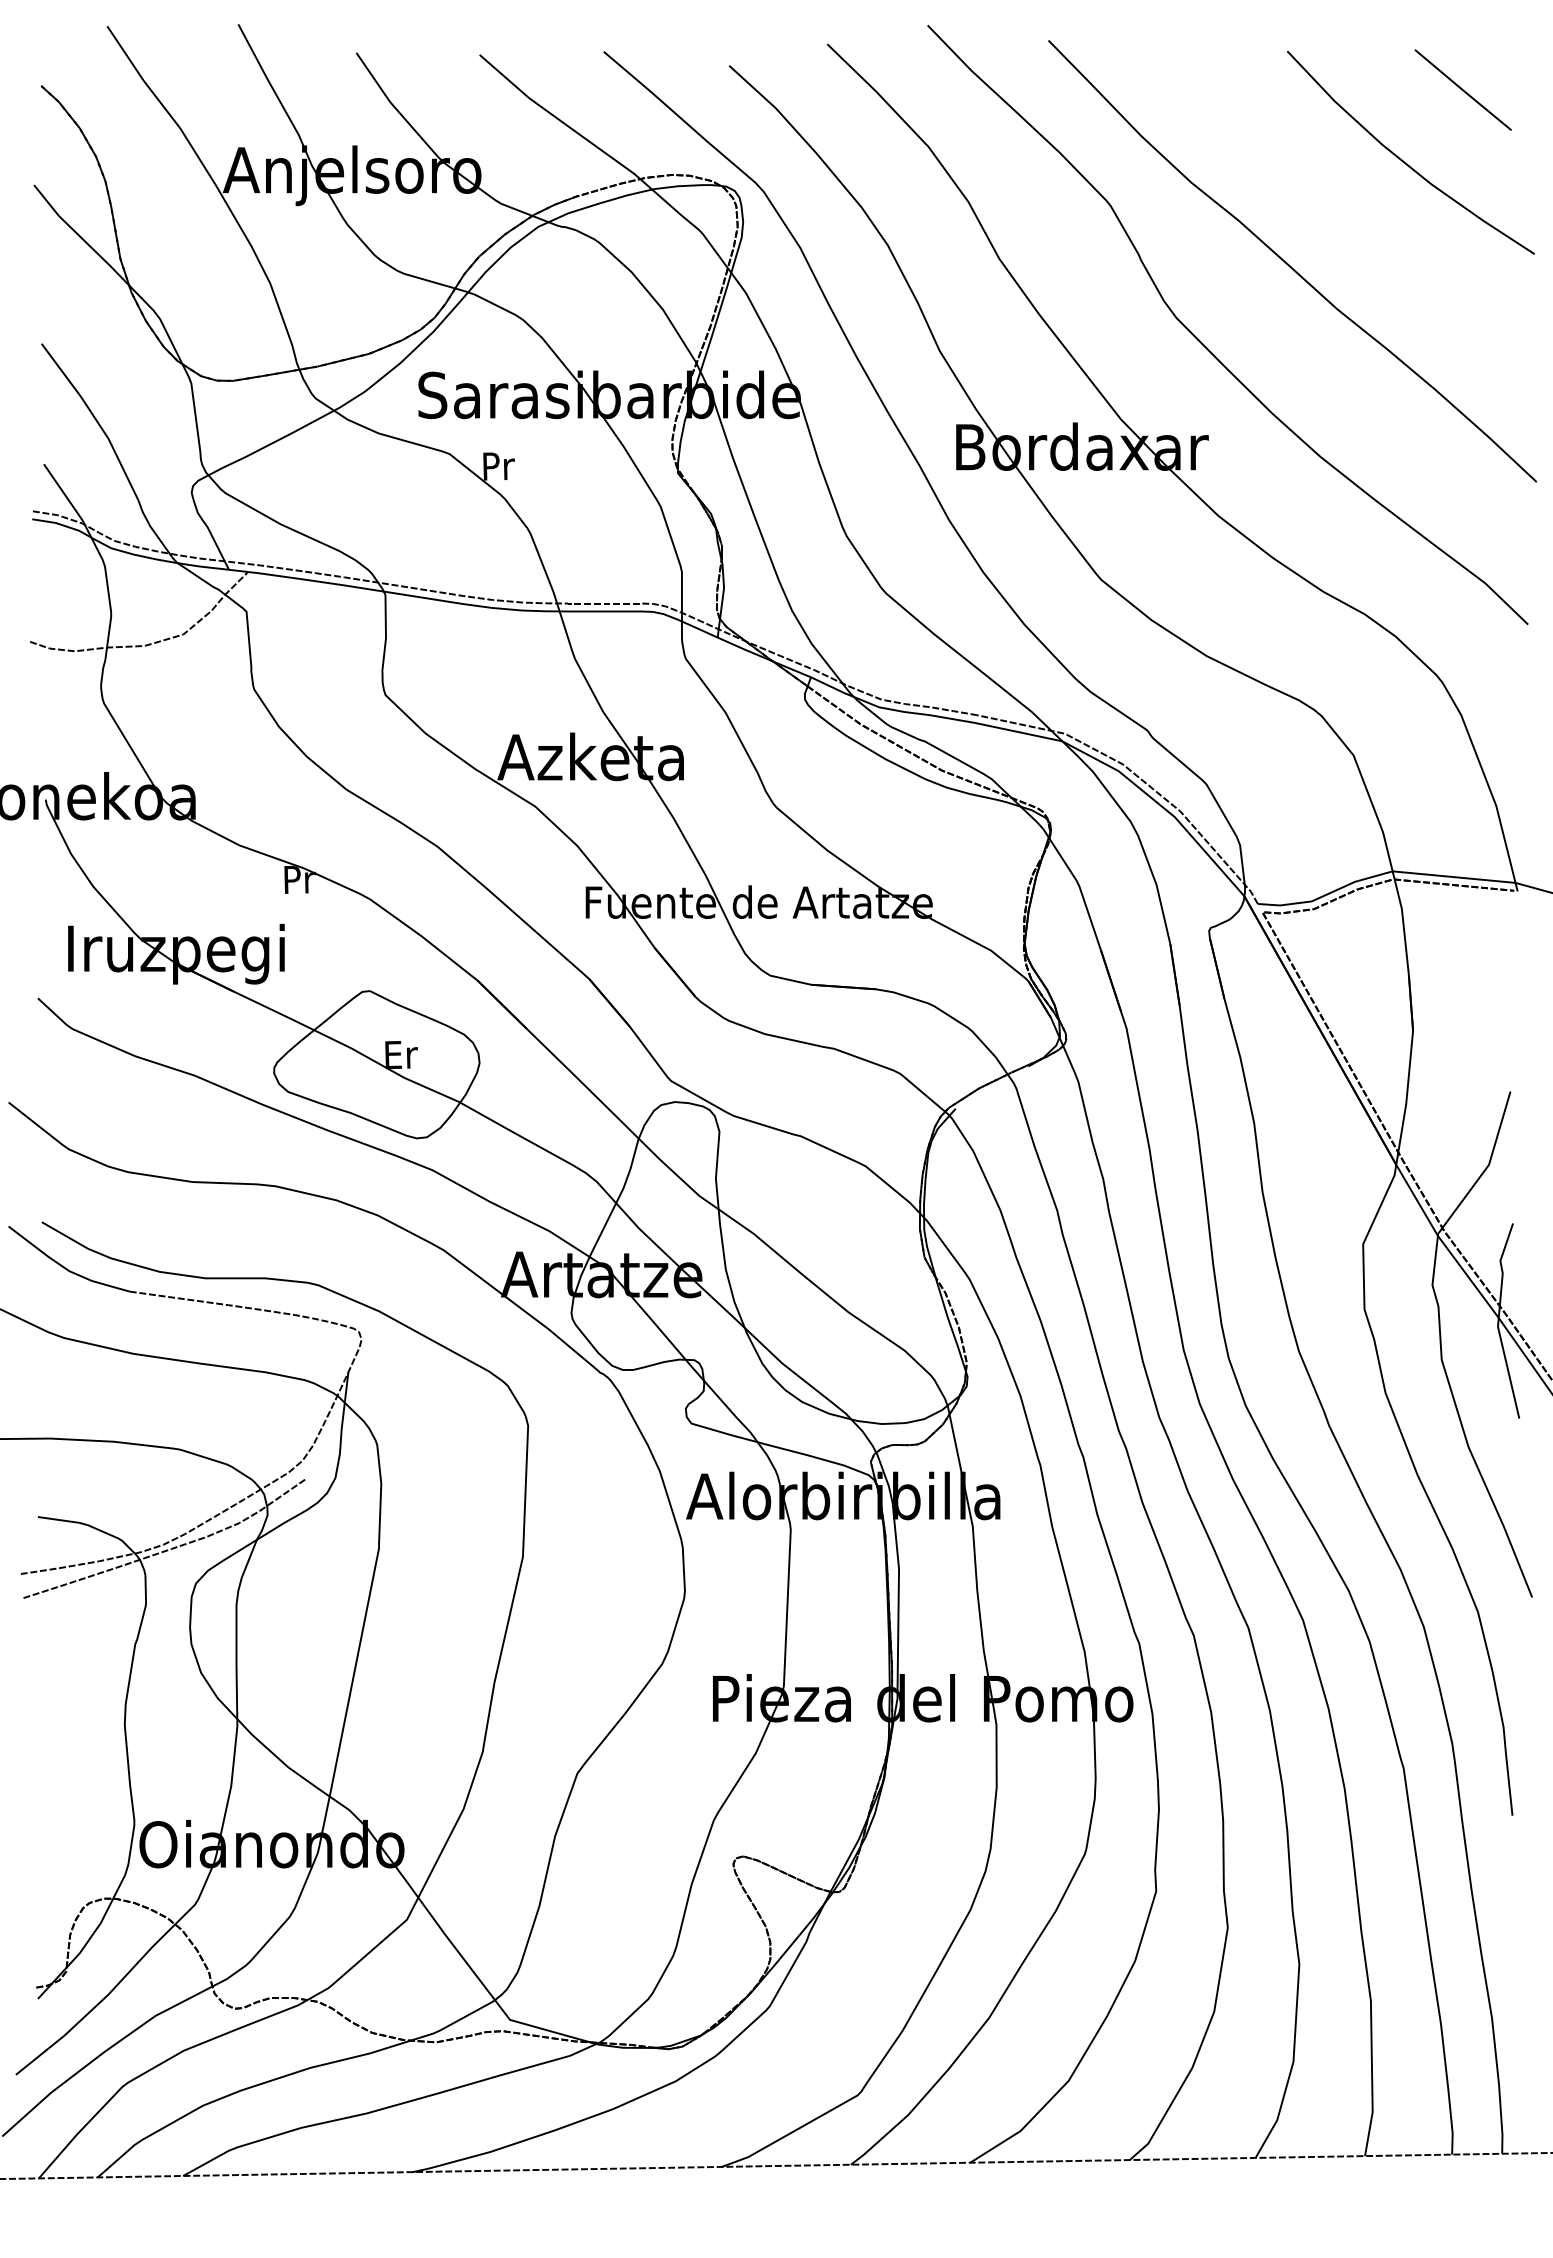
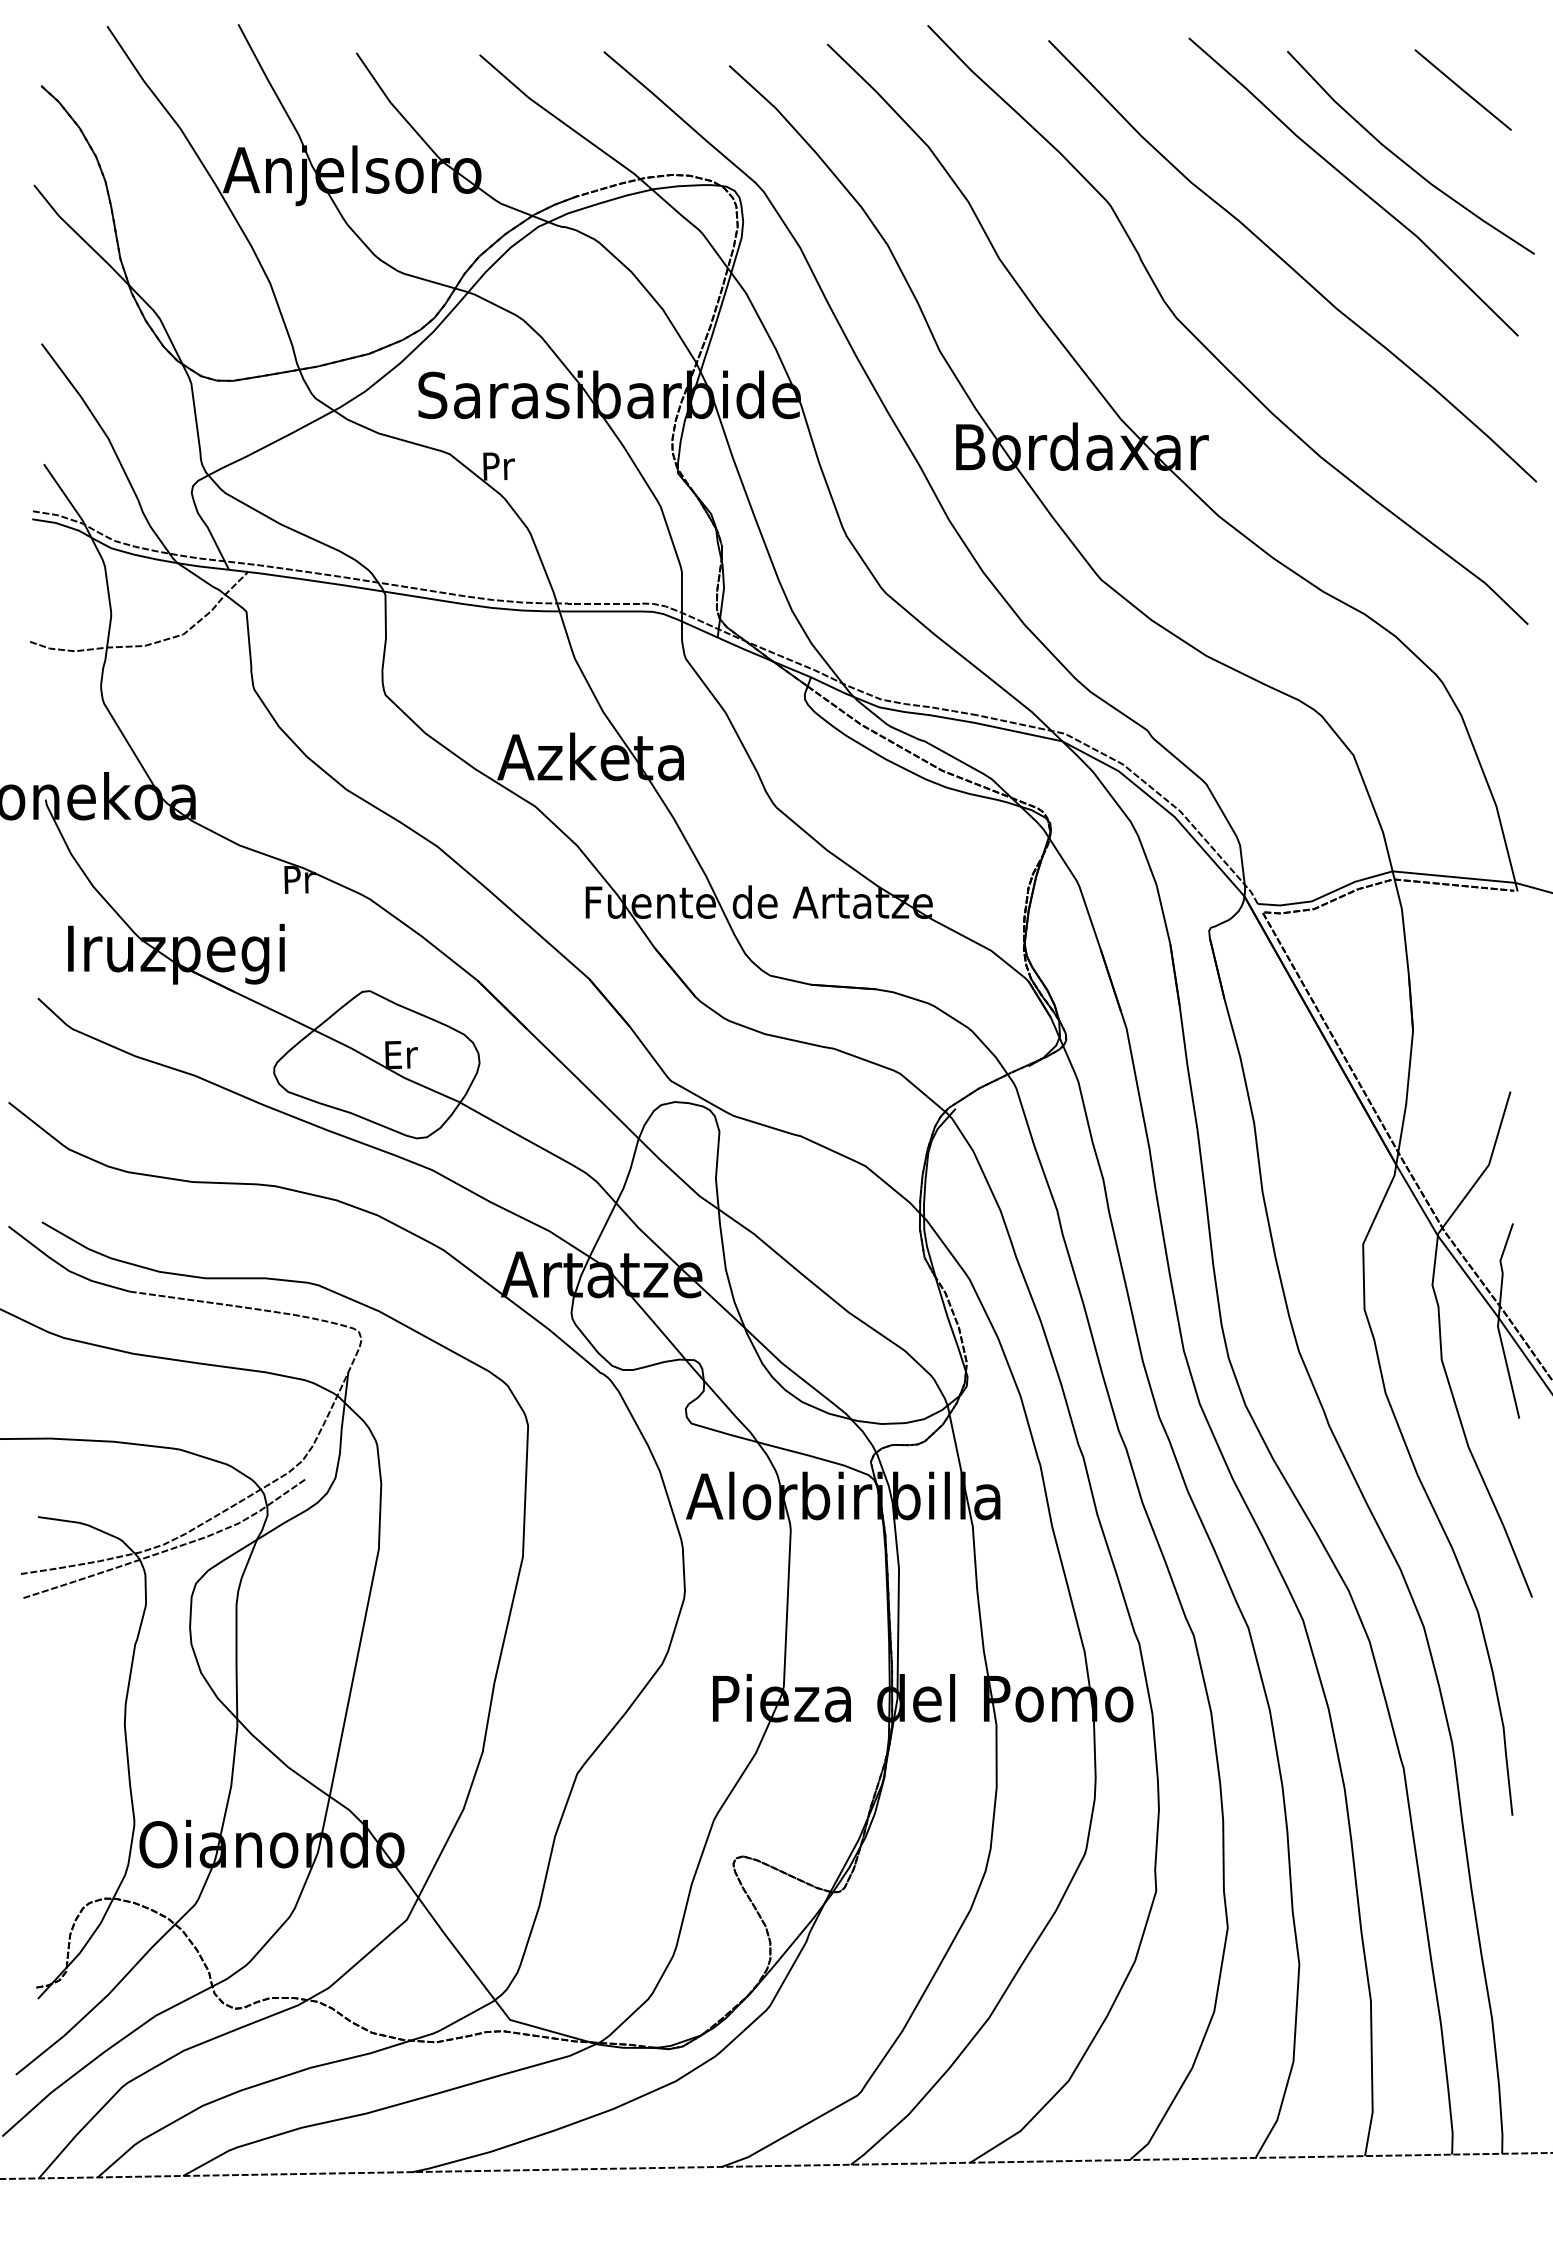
curve at (1353, 185): none -> present
